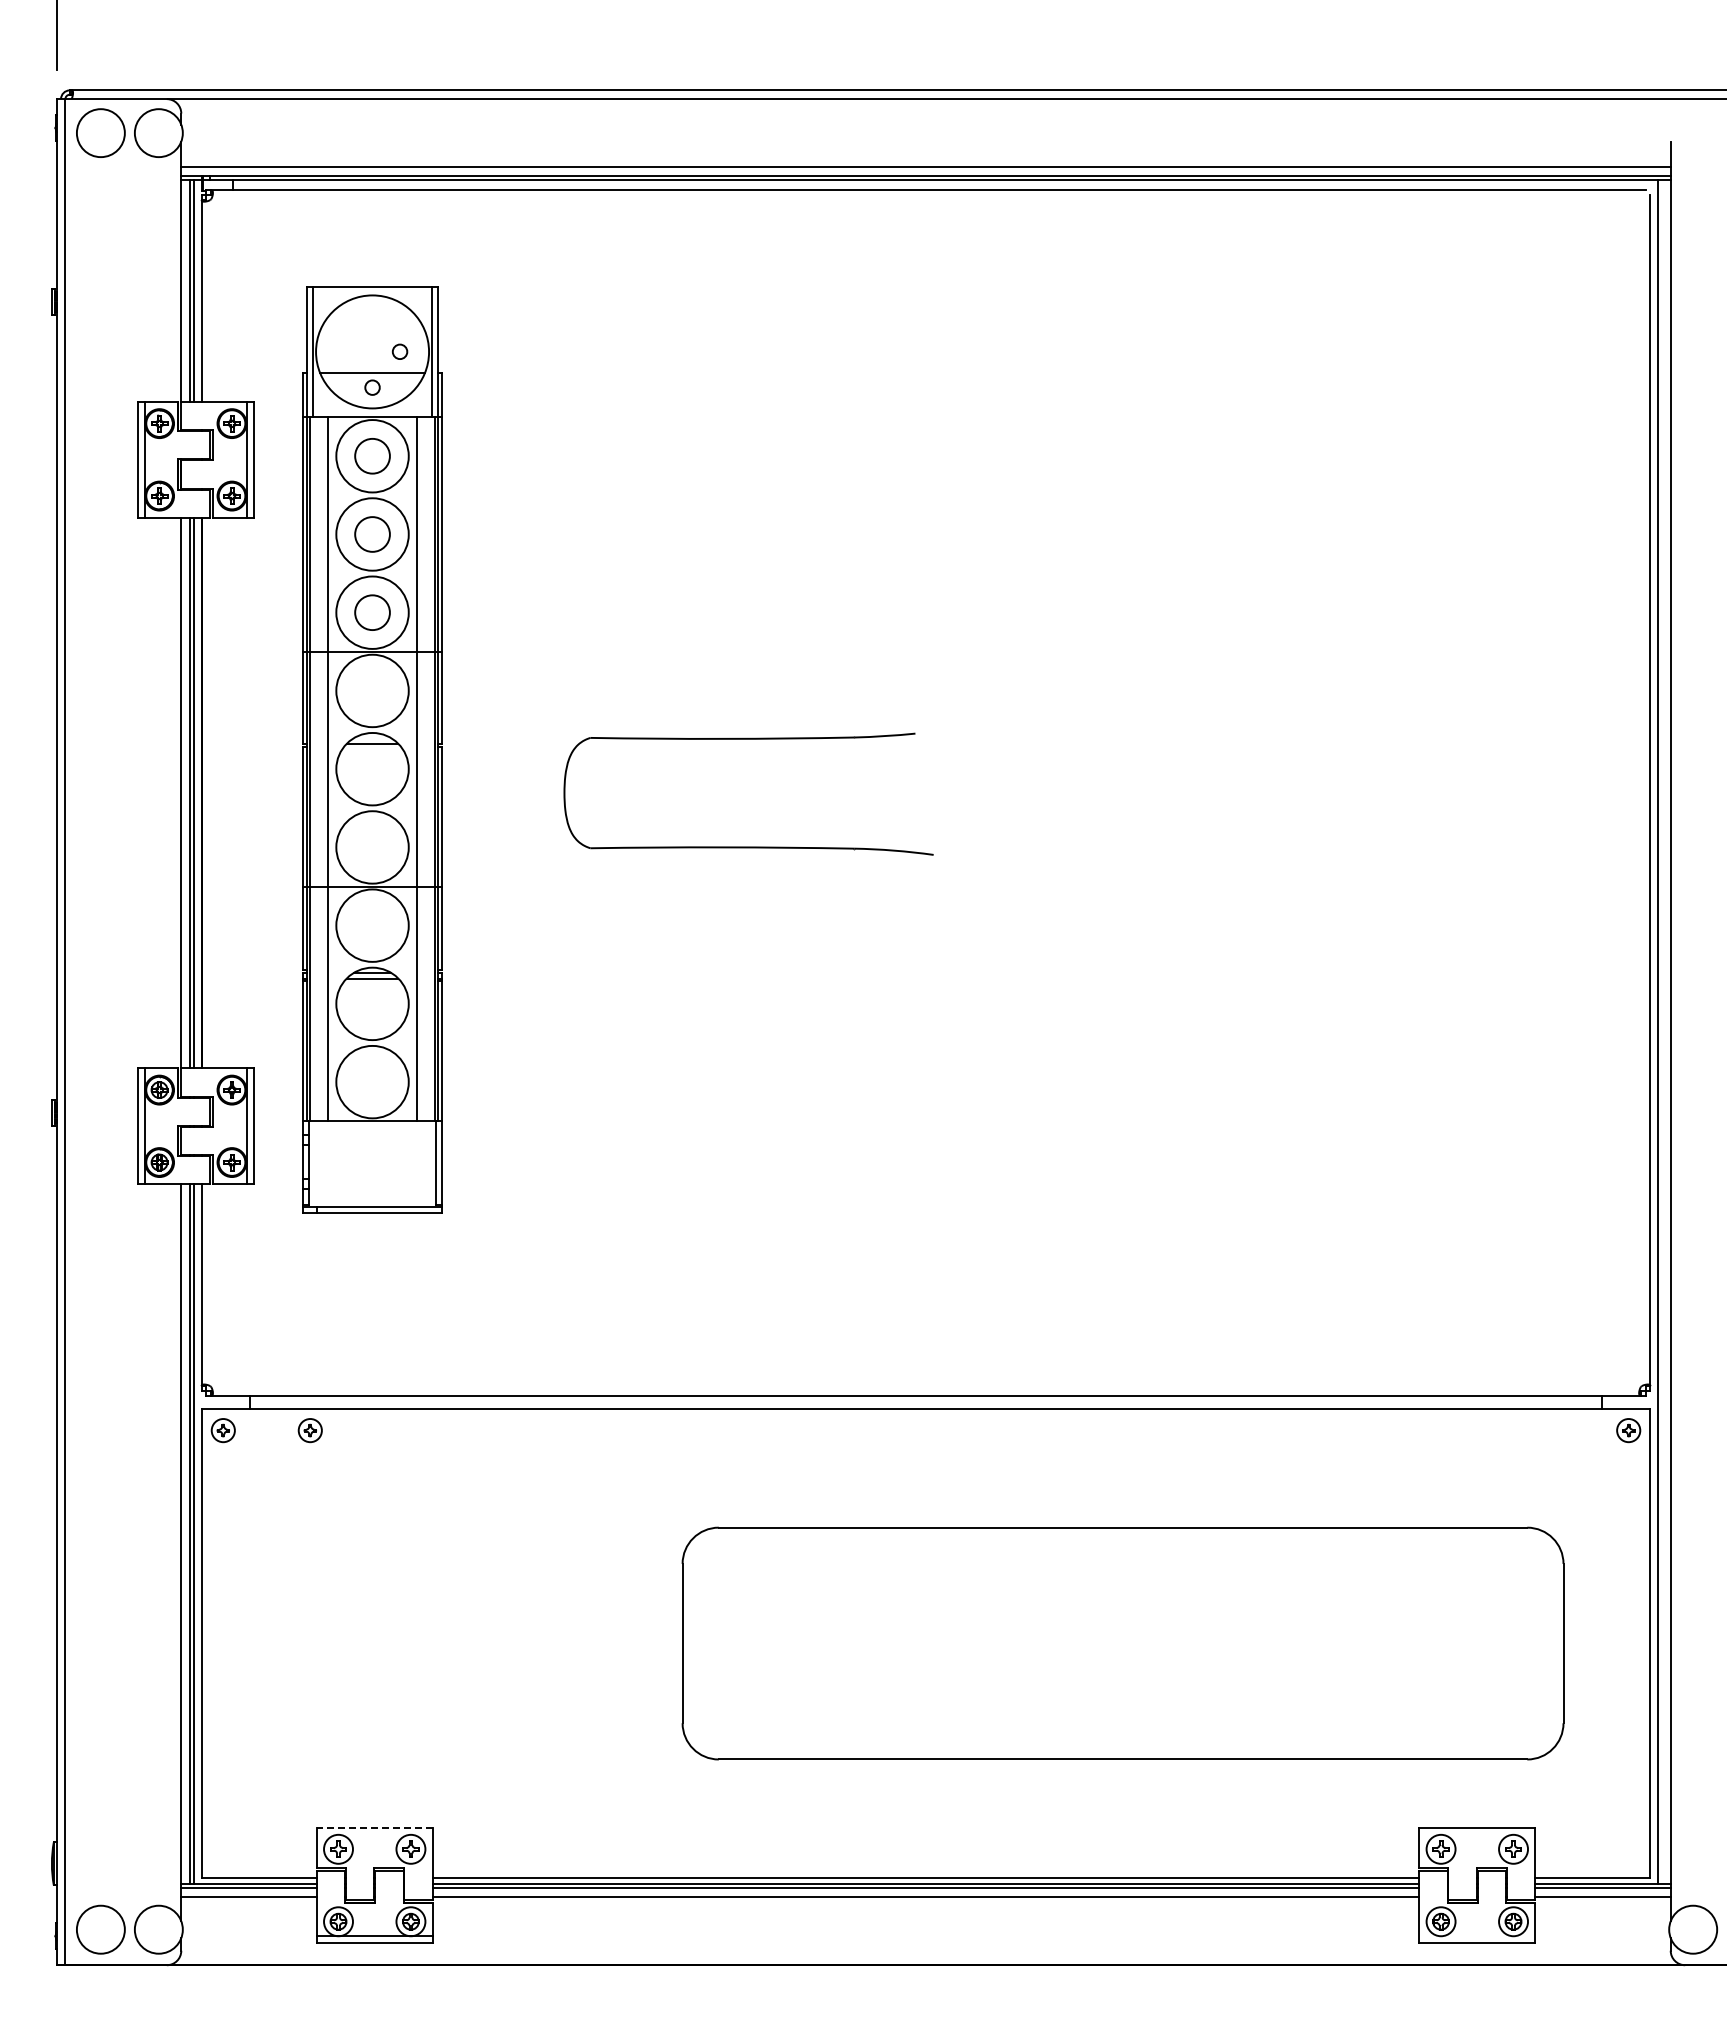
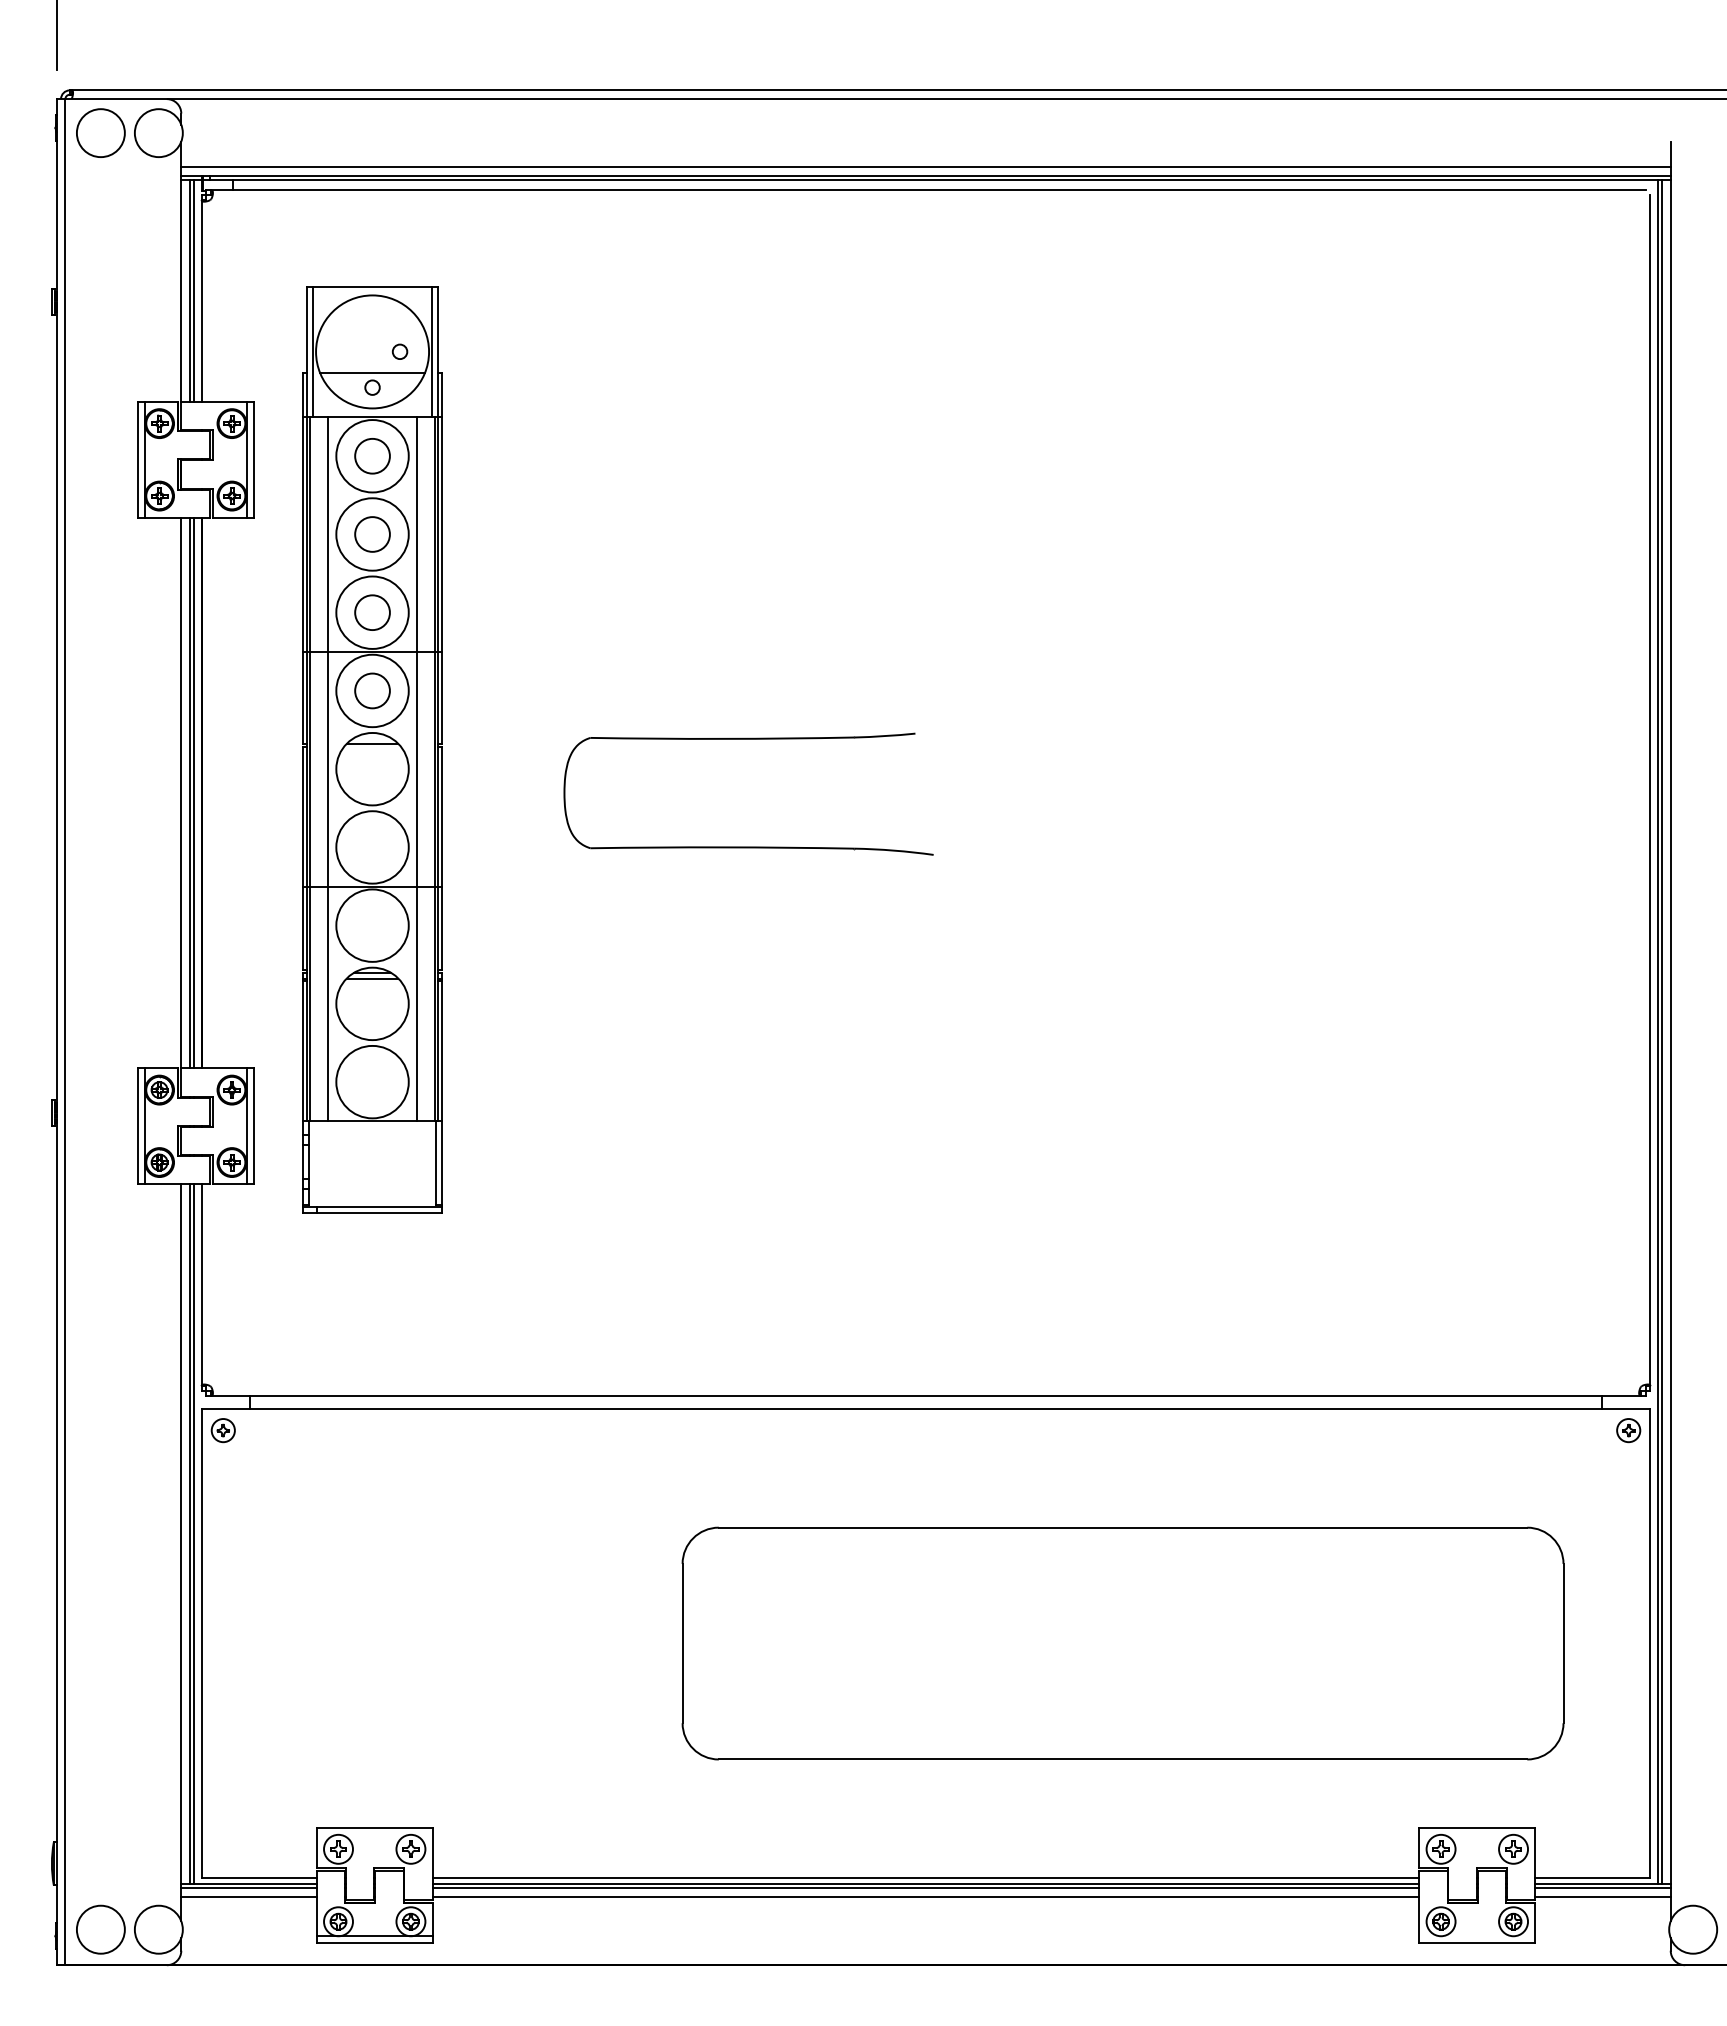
circle at (372, 690): none -> present
line at (1662, 1032): none -> present
part at (309, 1430): present -> none
line at (374, 1827): dashed -> solid
